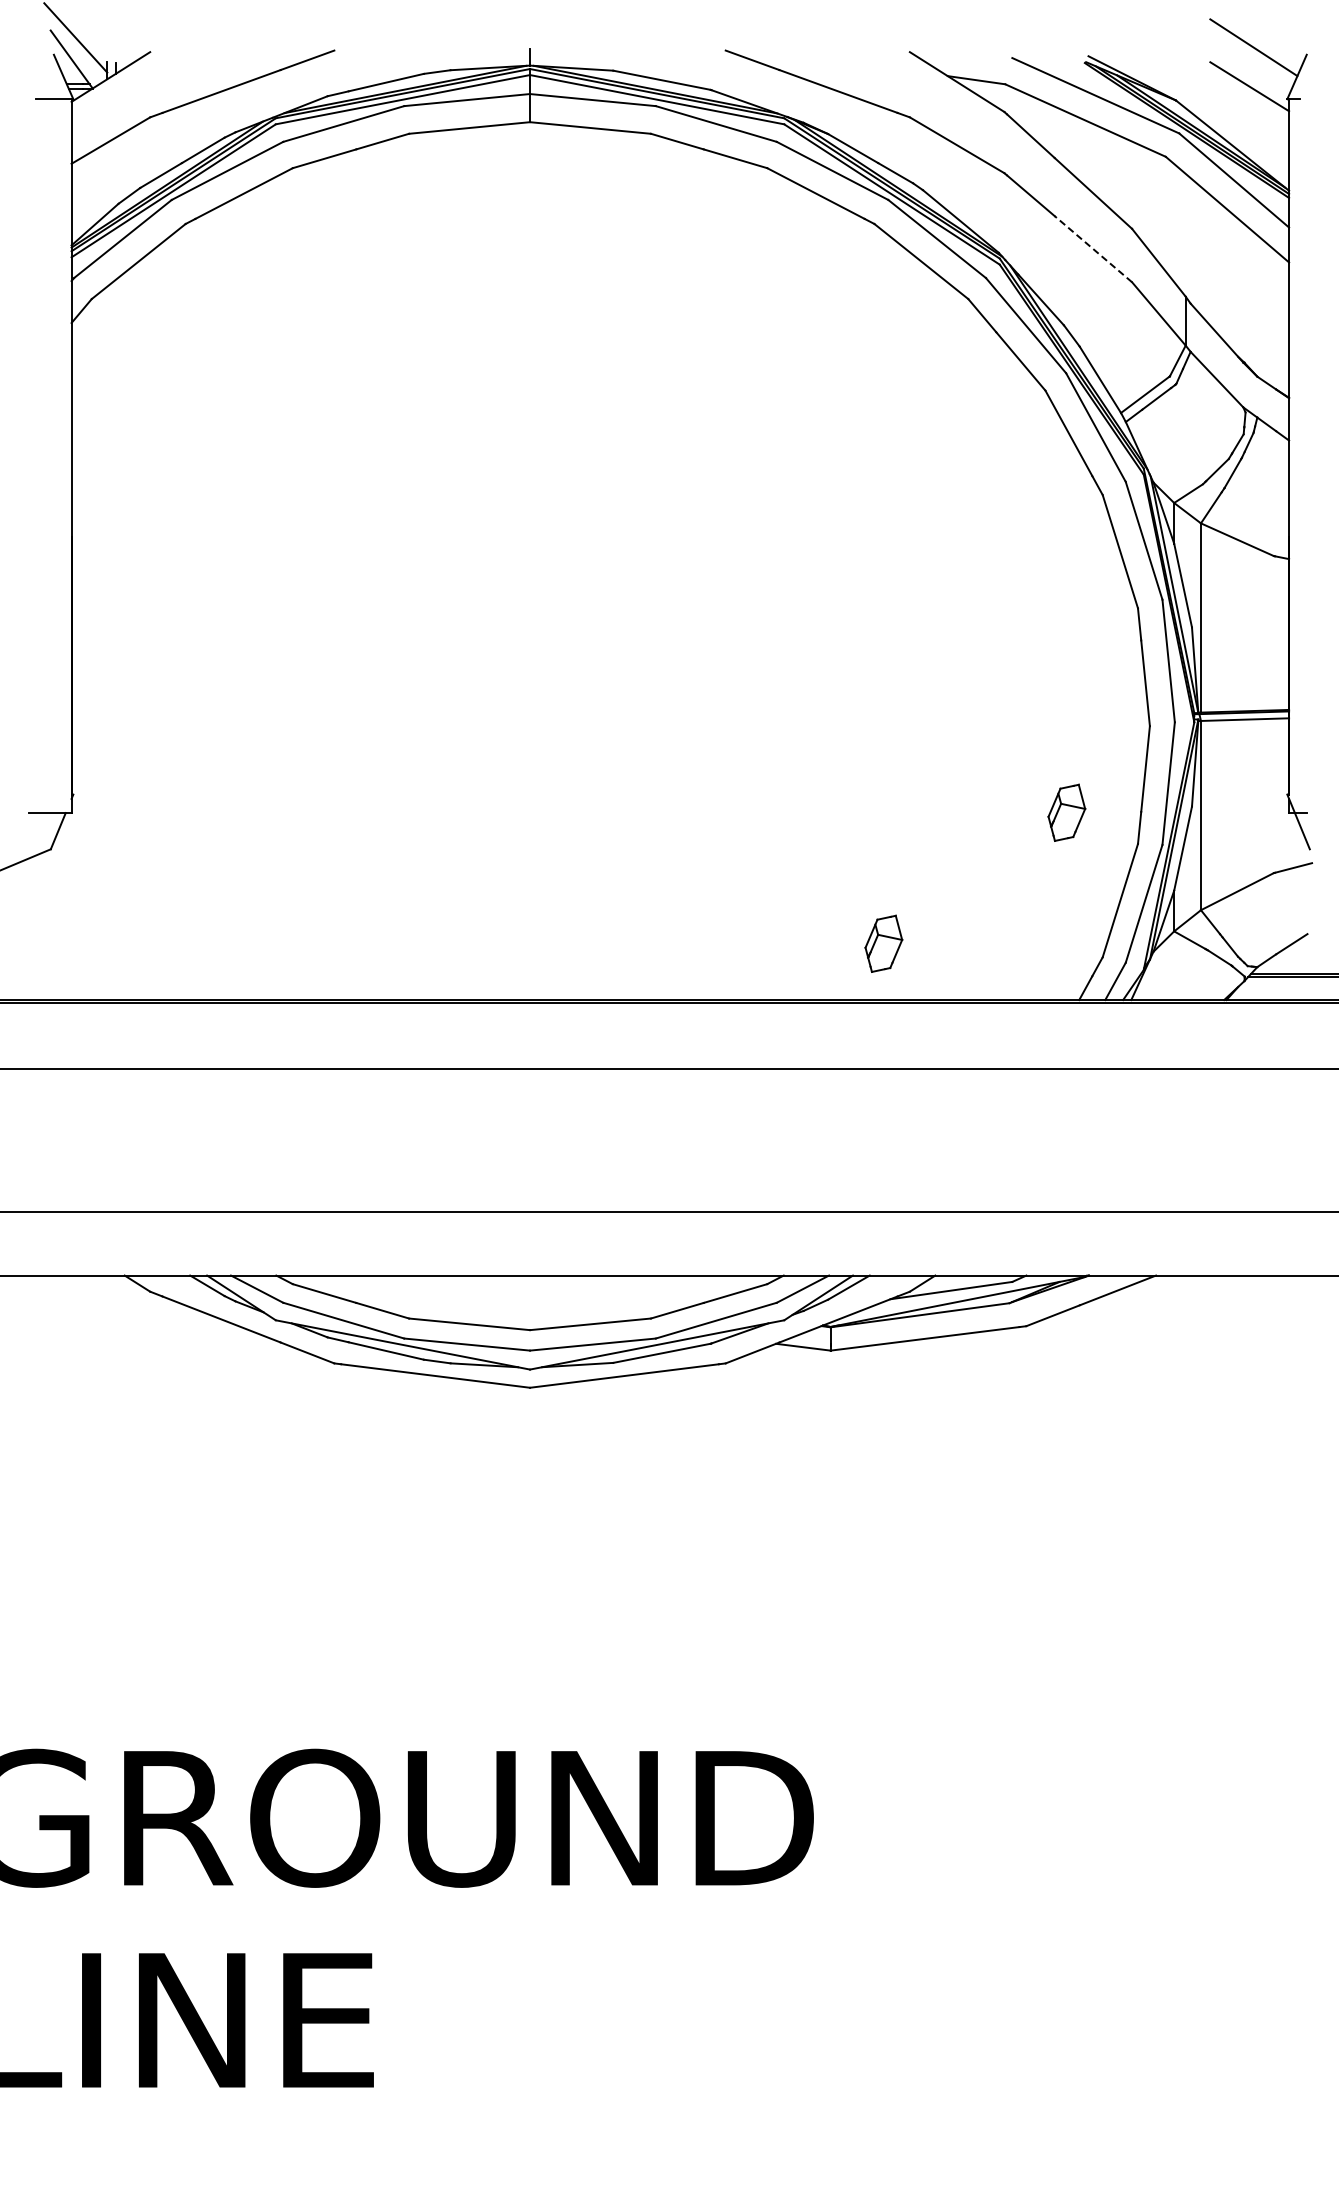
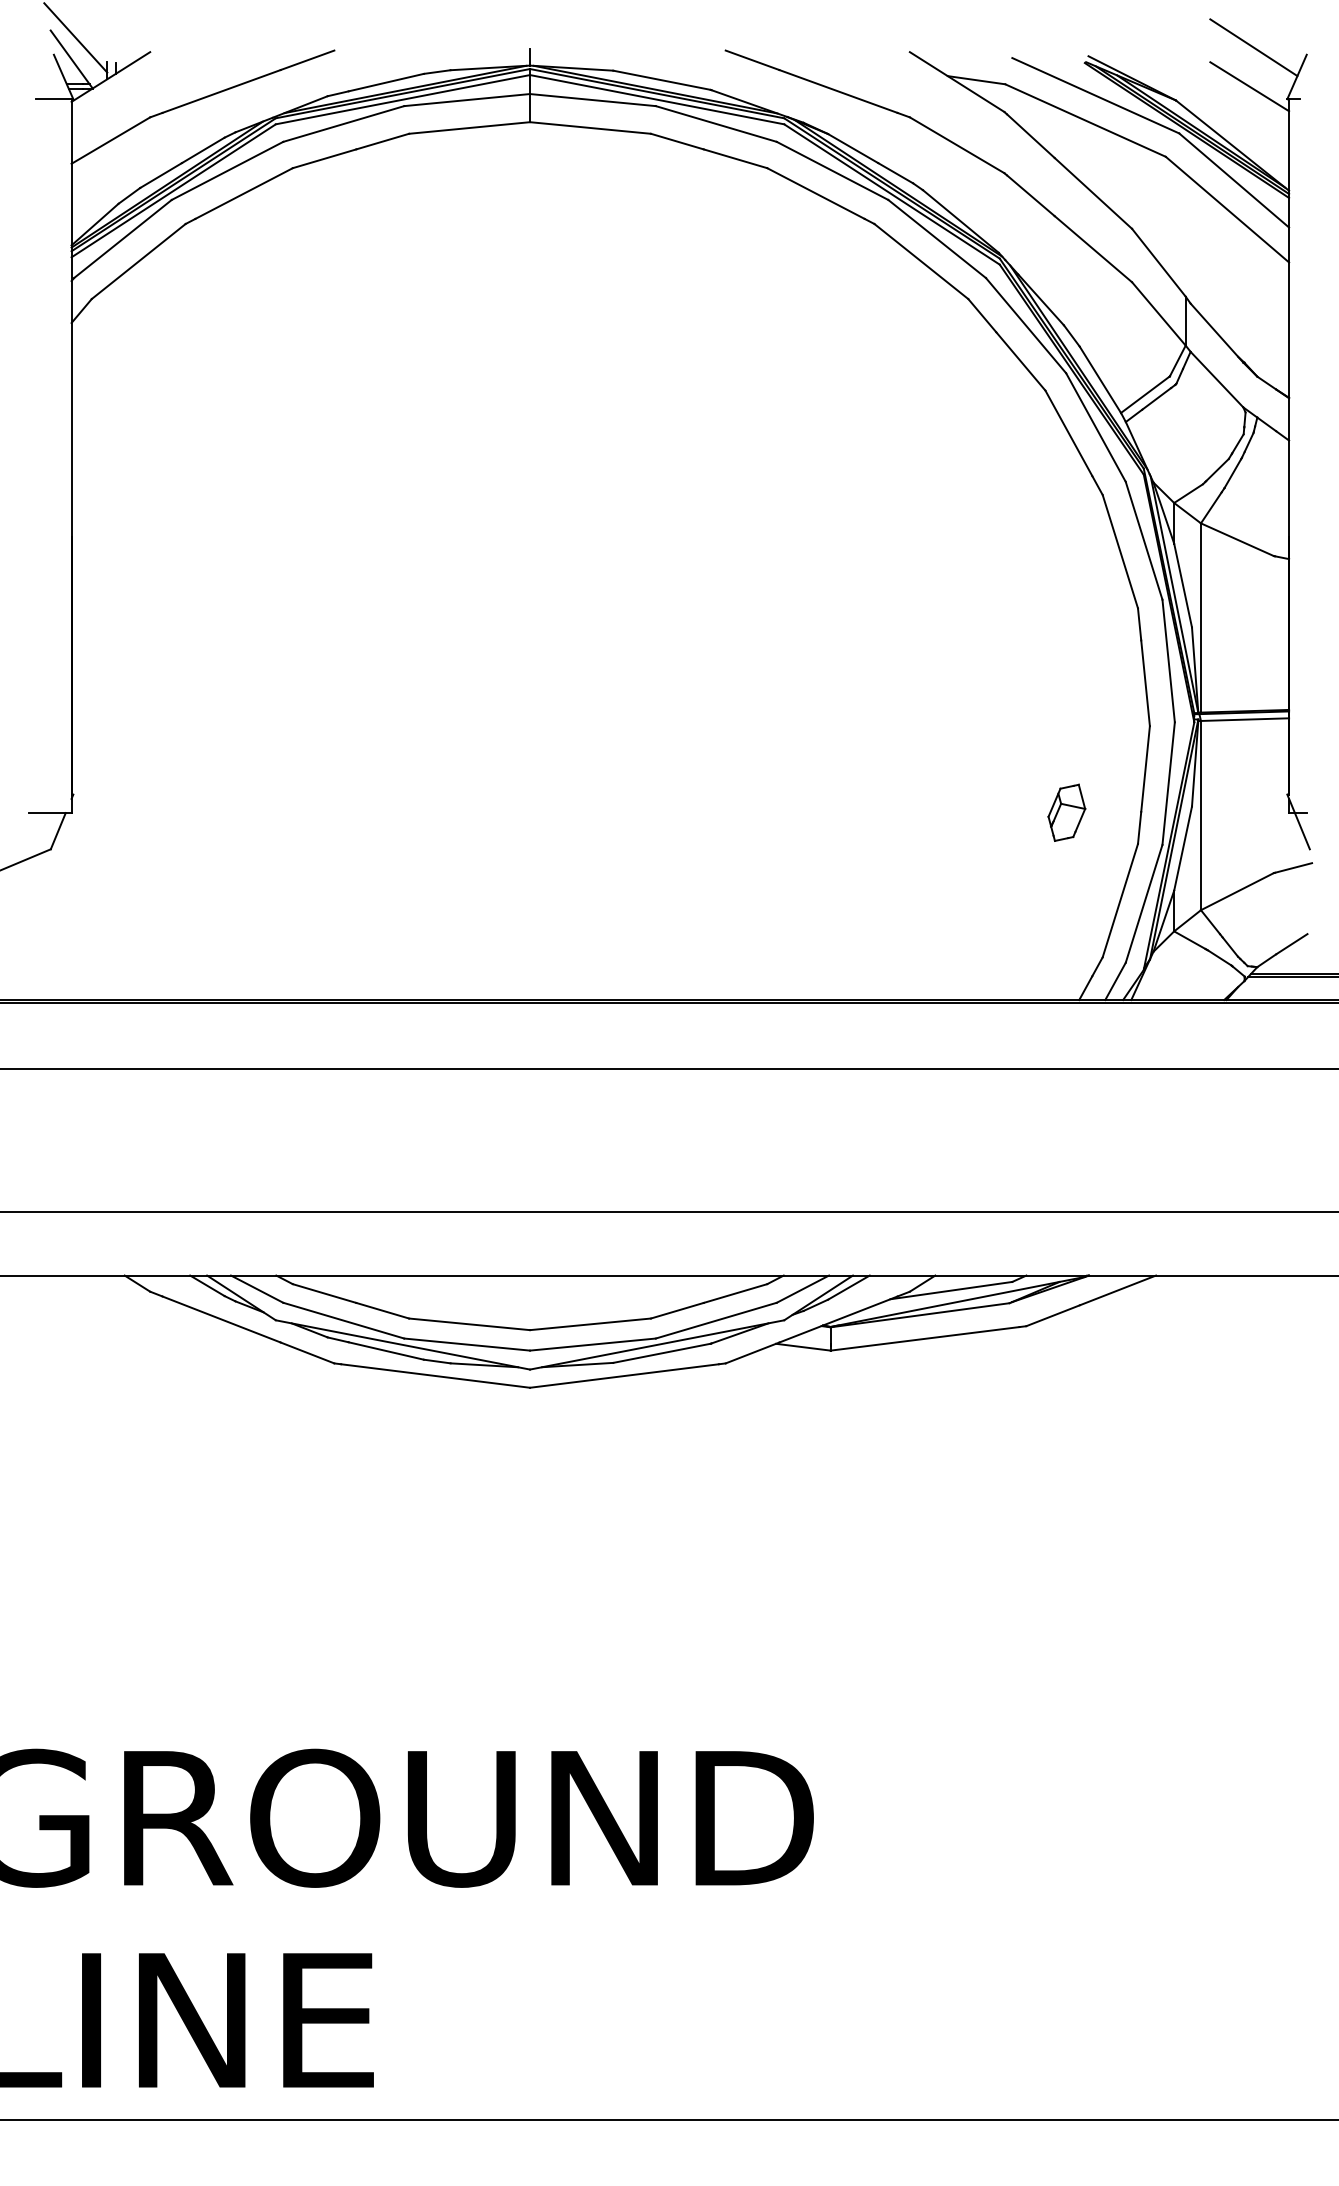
line at (1093, 249): dashed -> solid
part at (883, 943): present -> none
line at (668, 2120): none -> present
